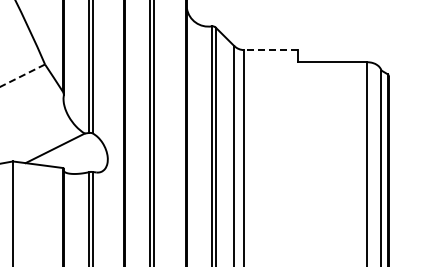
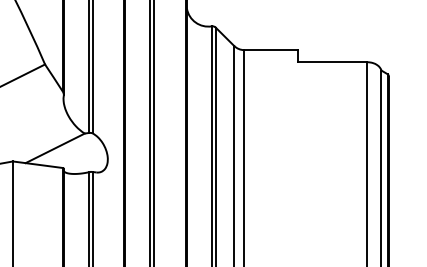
line at (271, 50): dashed -> solid
line at (22, 75): dashed -> solid
